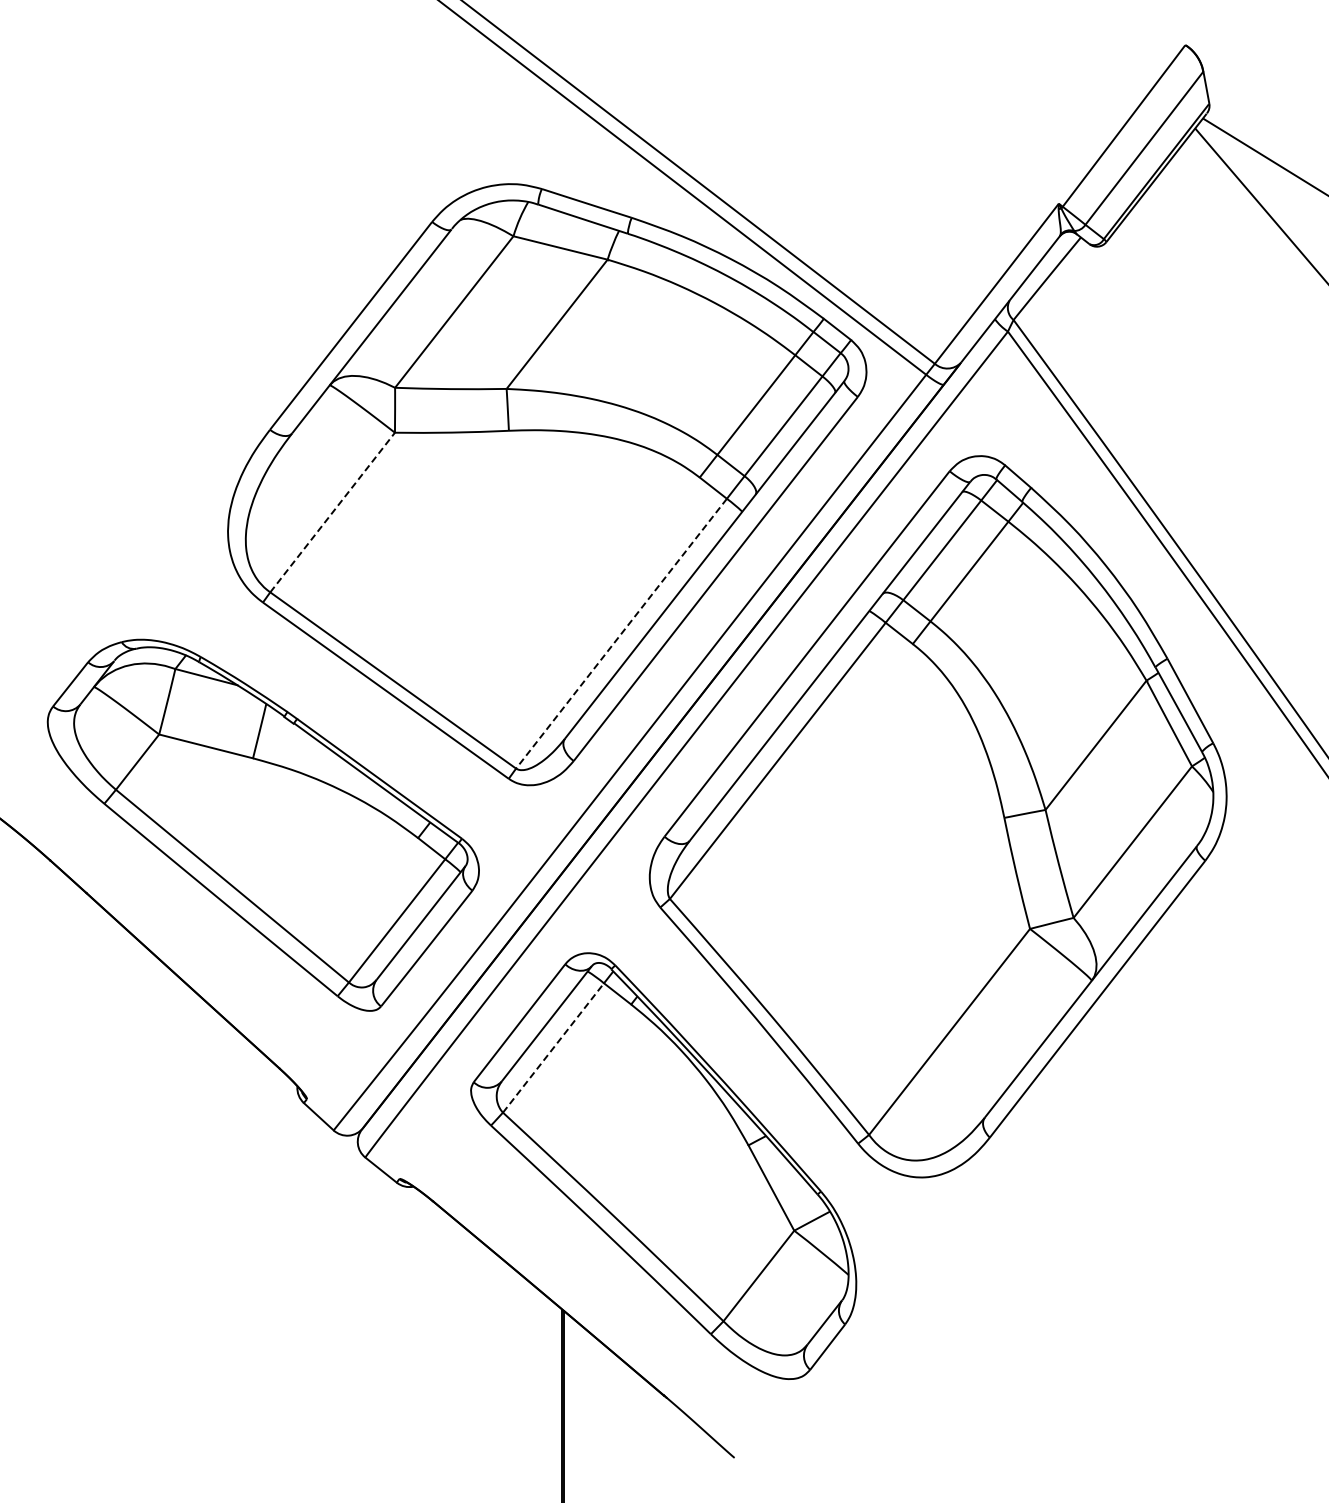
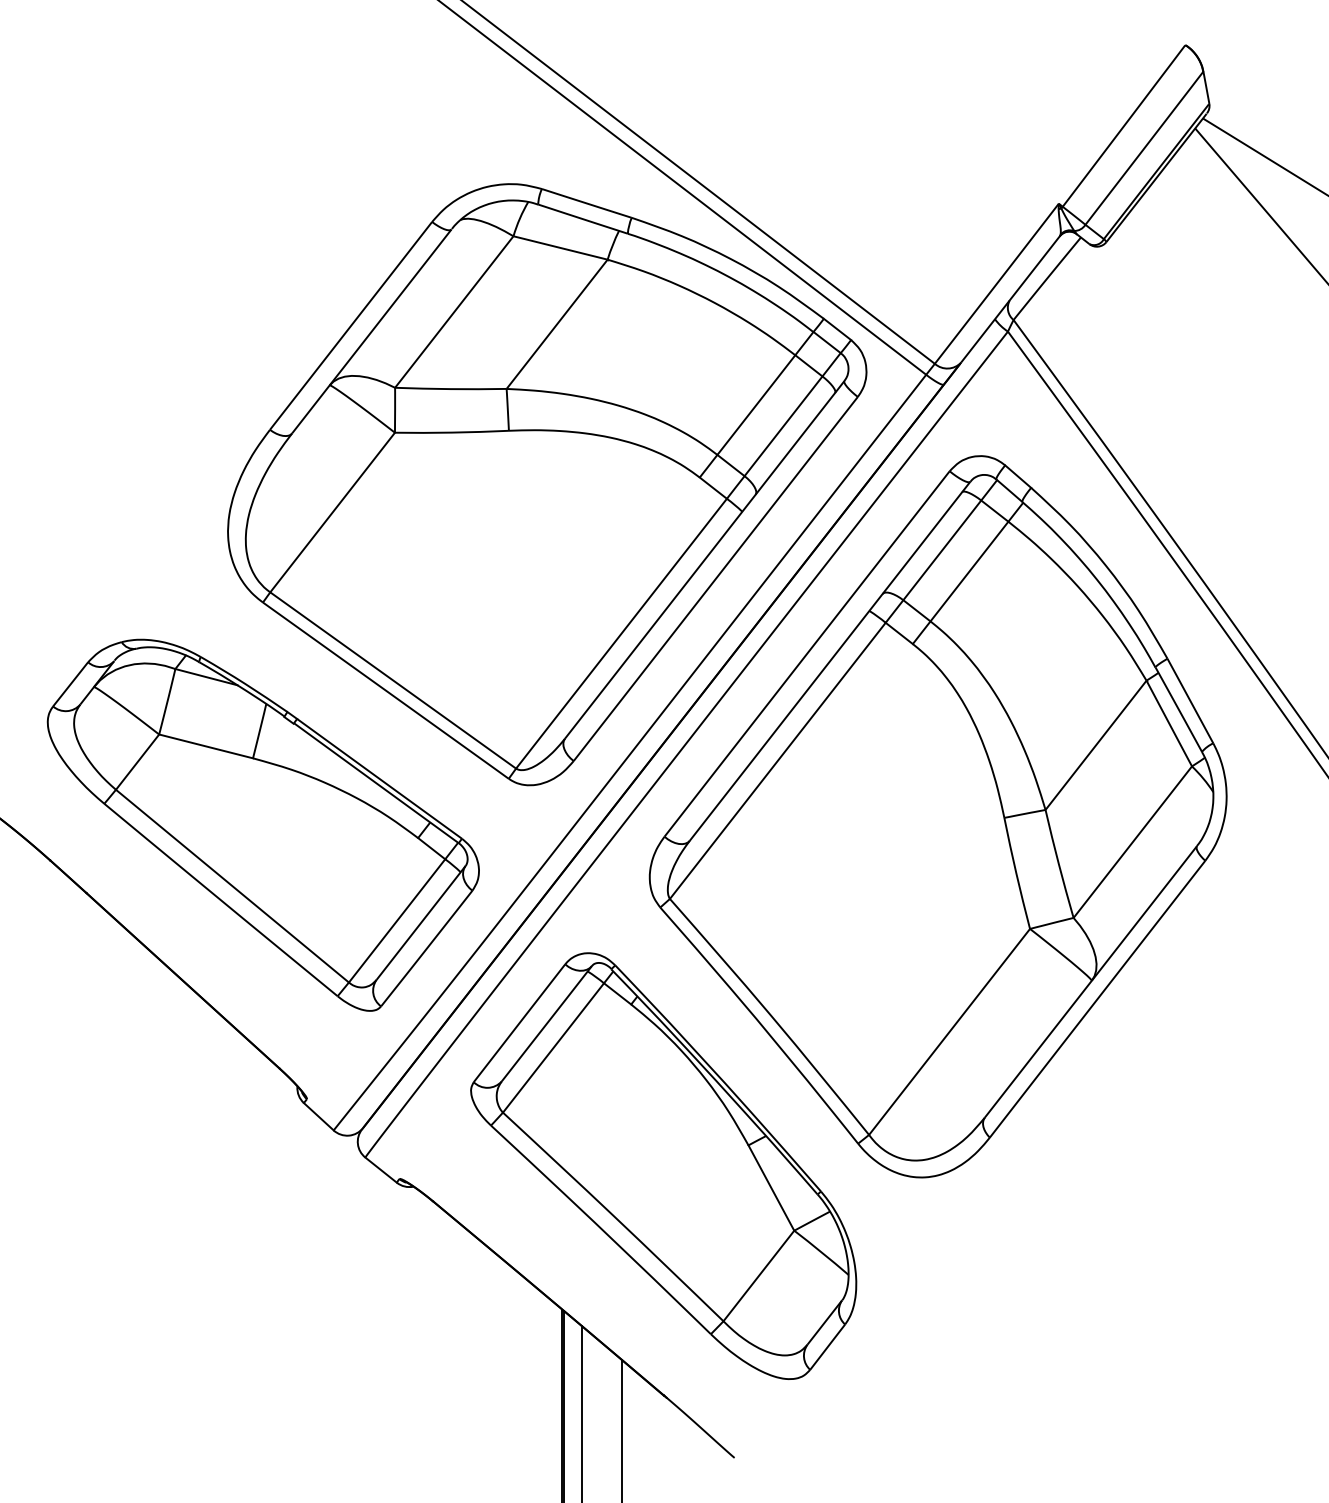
line at (332, 512): dashed -> solid
line at (621, 634): dashed -> solid
line at (553, 1047): dashed -> solid
line at (581, 1412): none -> present
line at (622, 1429): none -> present
